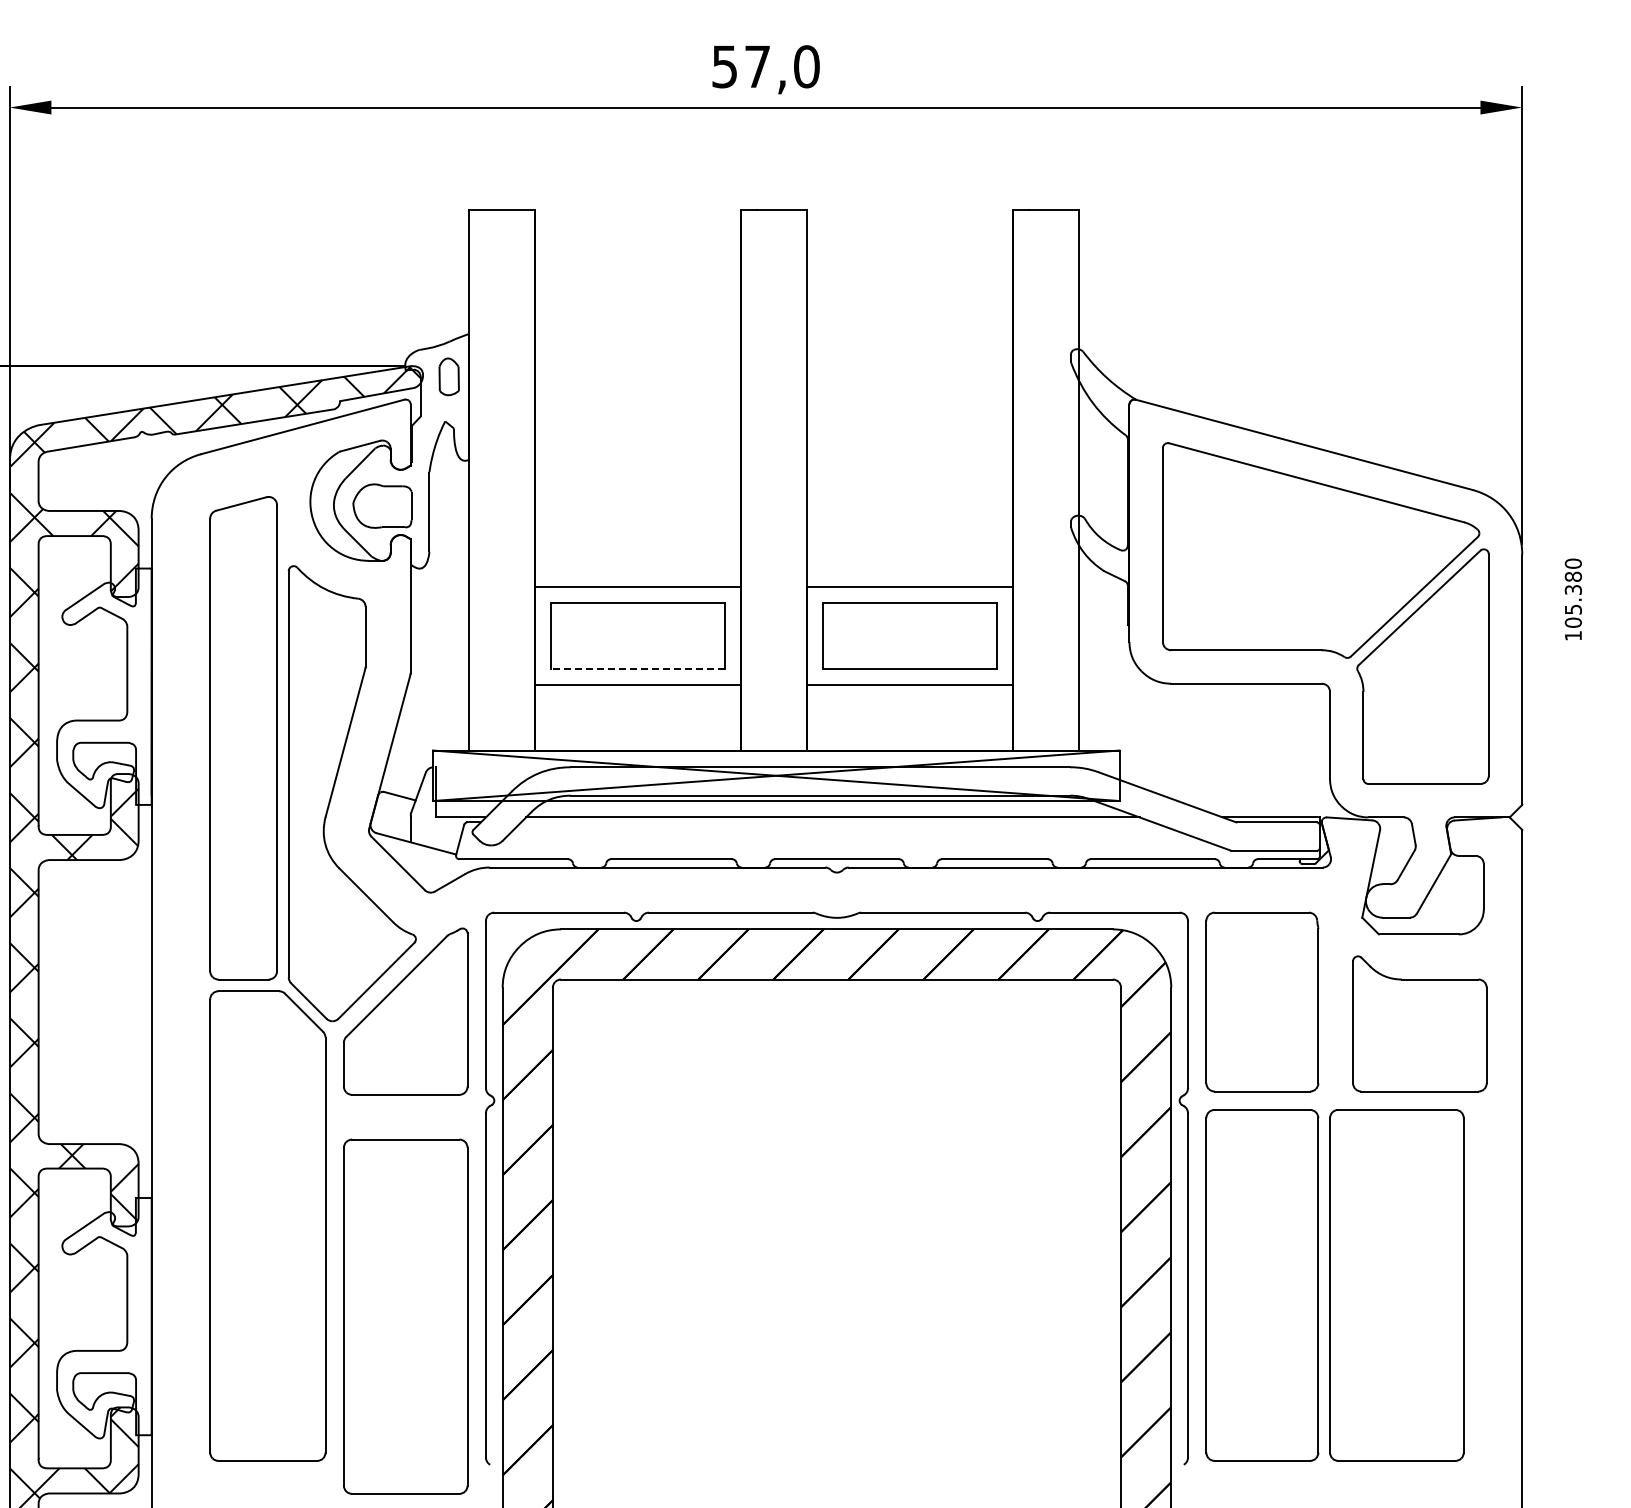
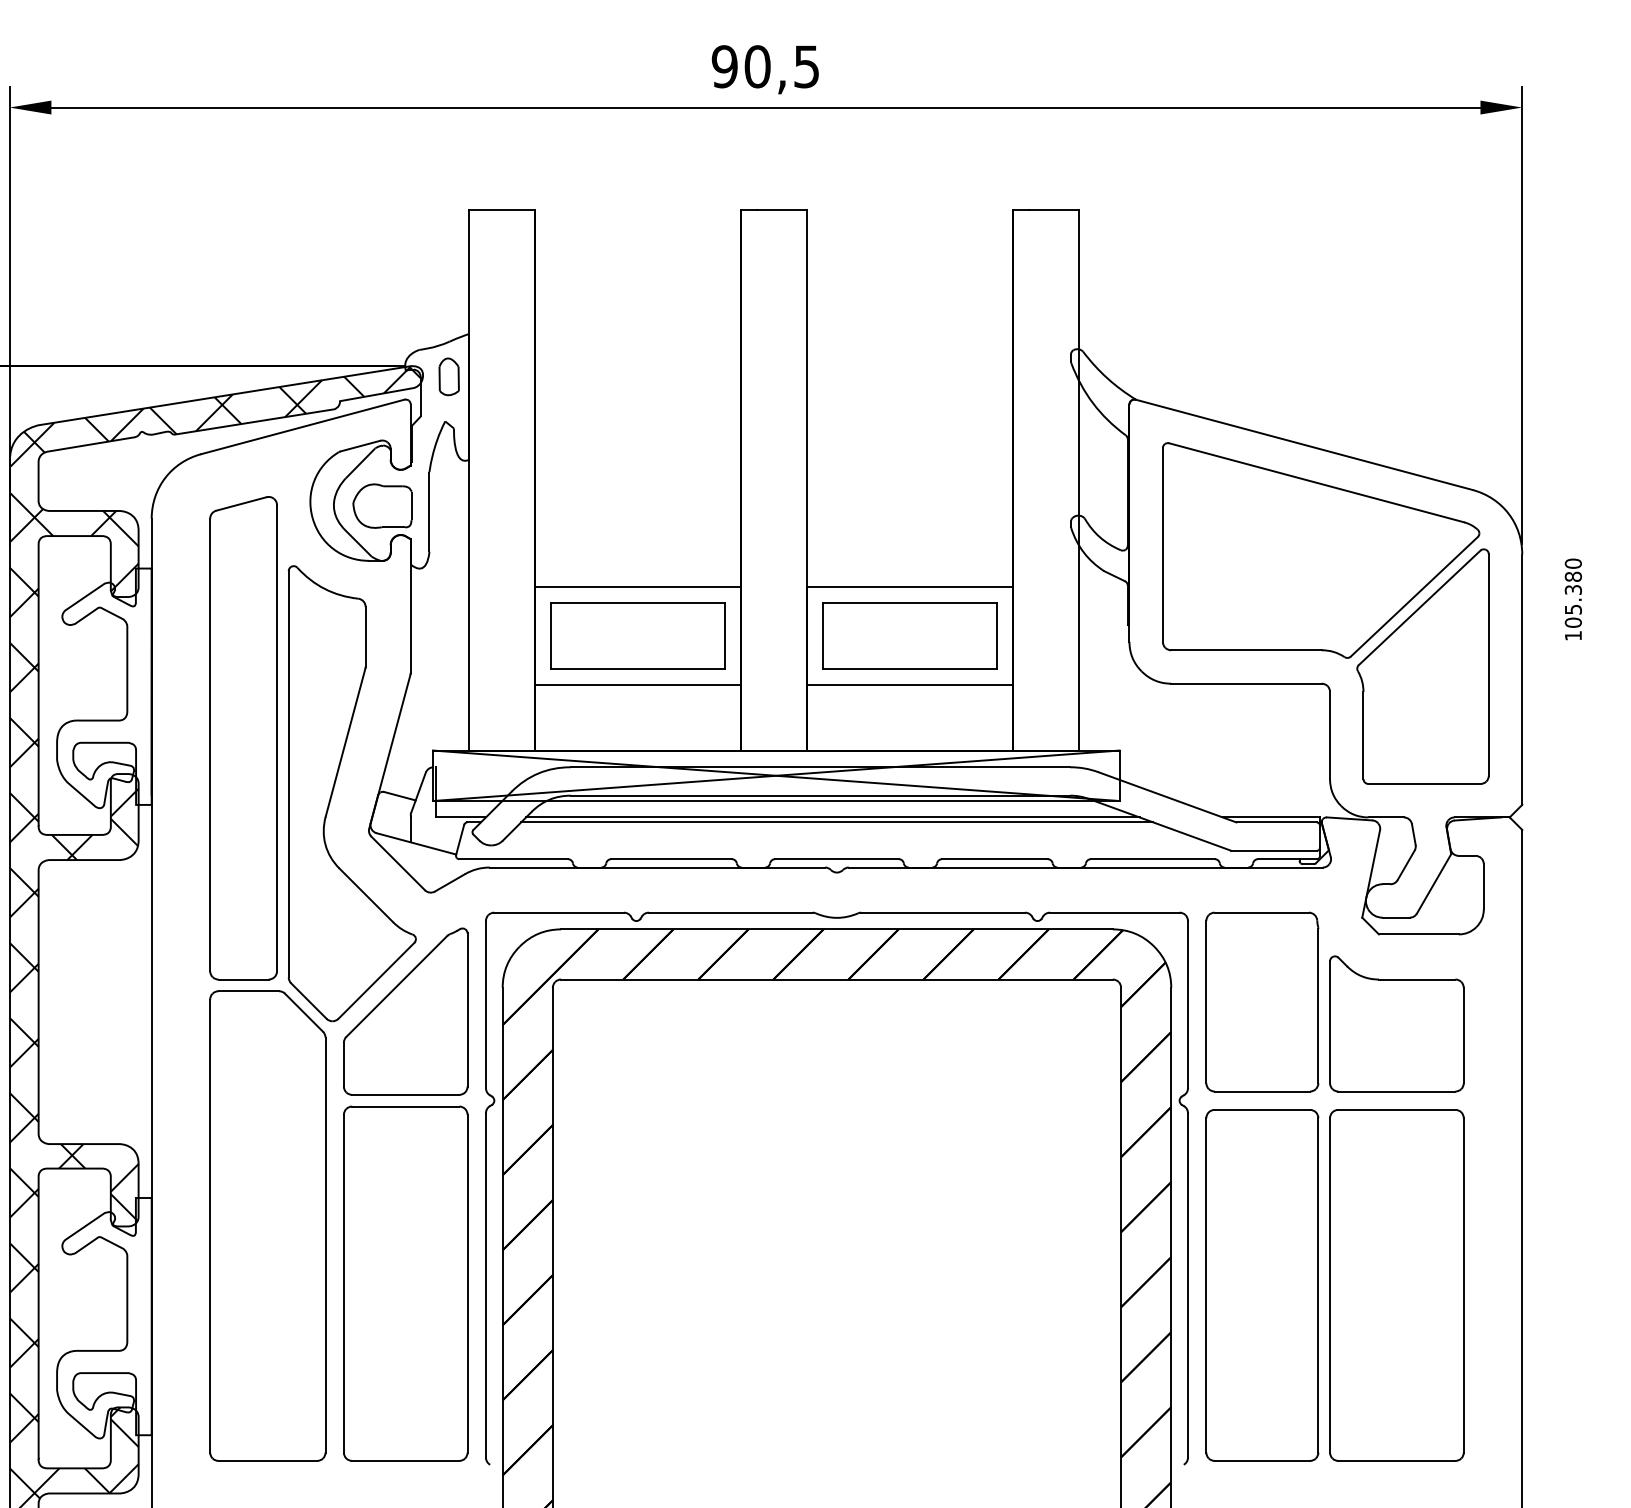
text at (765, 66): 57,0 -> 90,5
line at (637, 668): dashed -> solid
line at (837, 822): none -> present
part at (1419, 1023) position: (1419, 1023) -> (1396, 1023)
part at (405, 1316) position: (405, 1316) -> (405, 1283)
